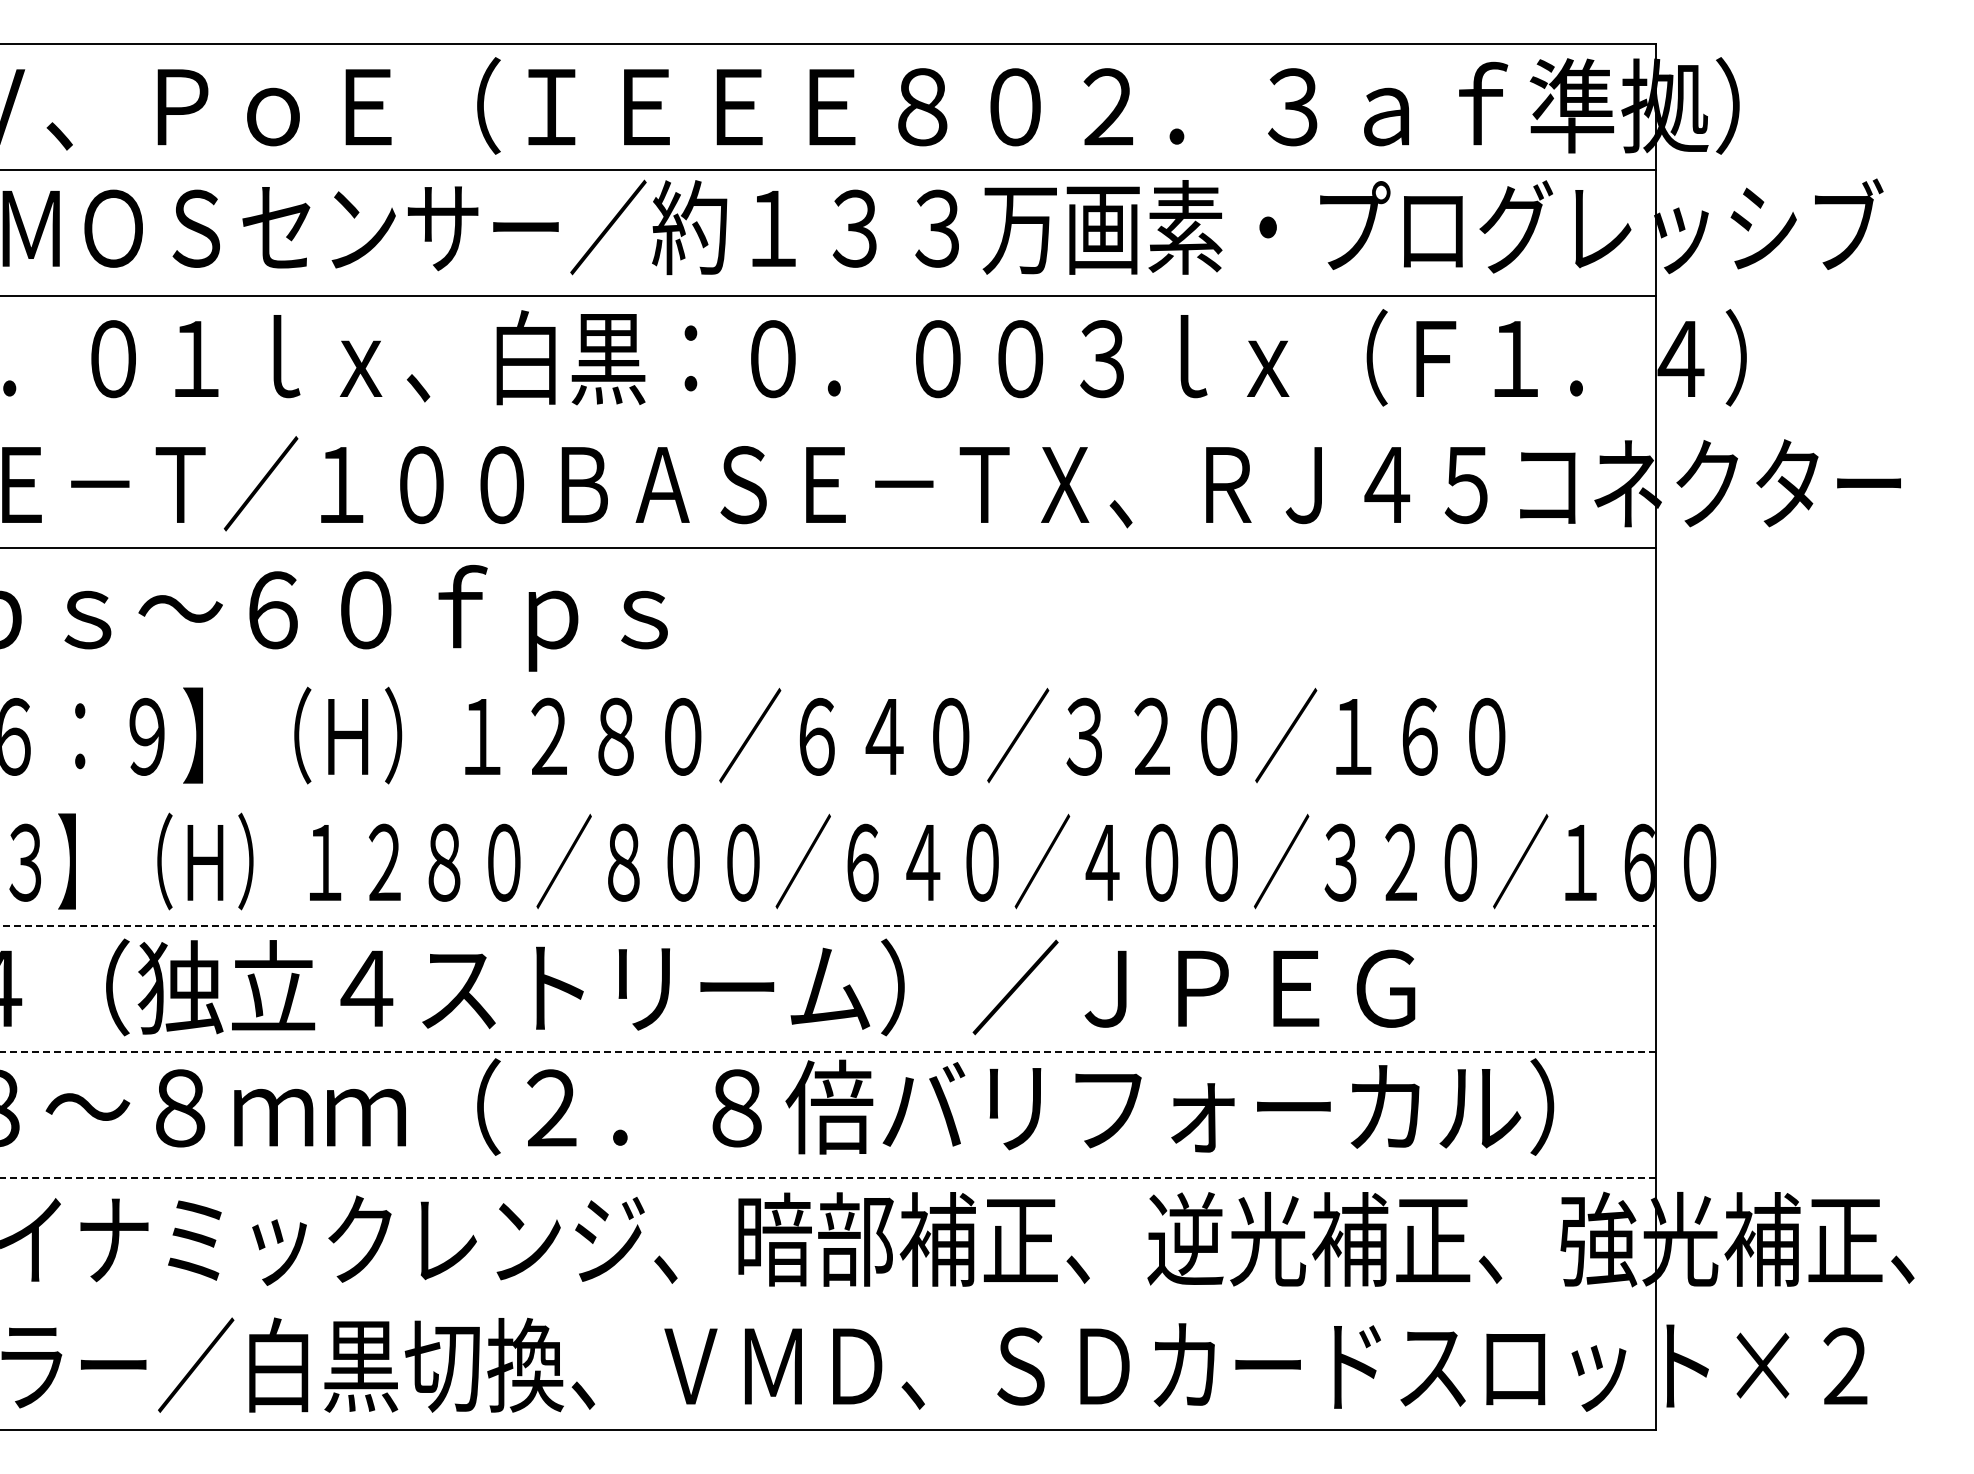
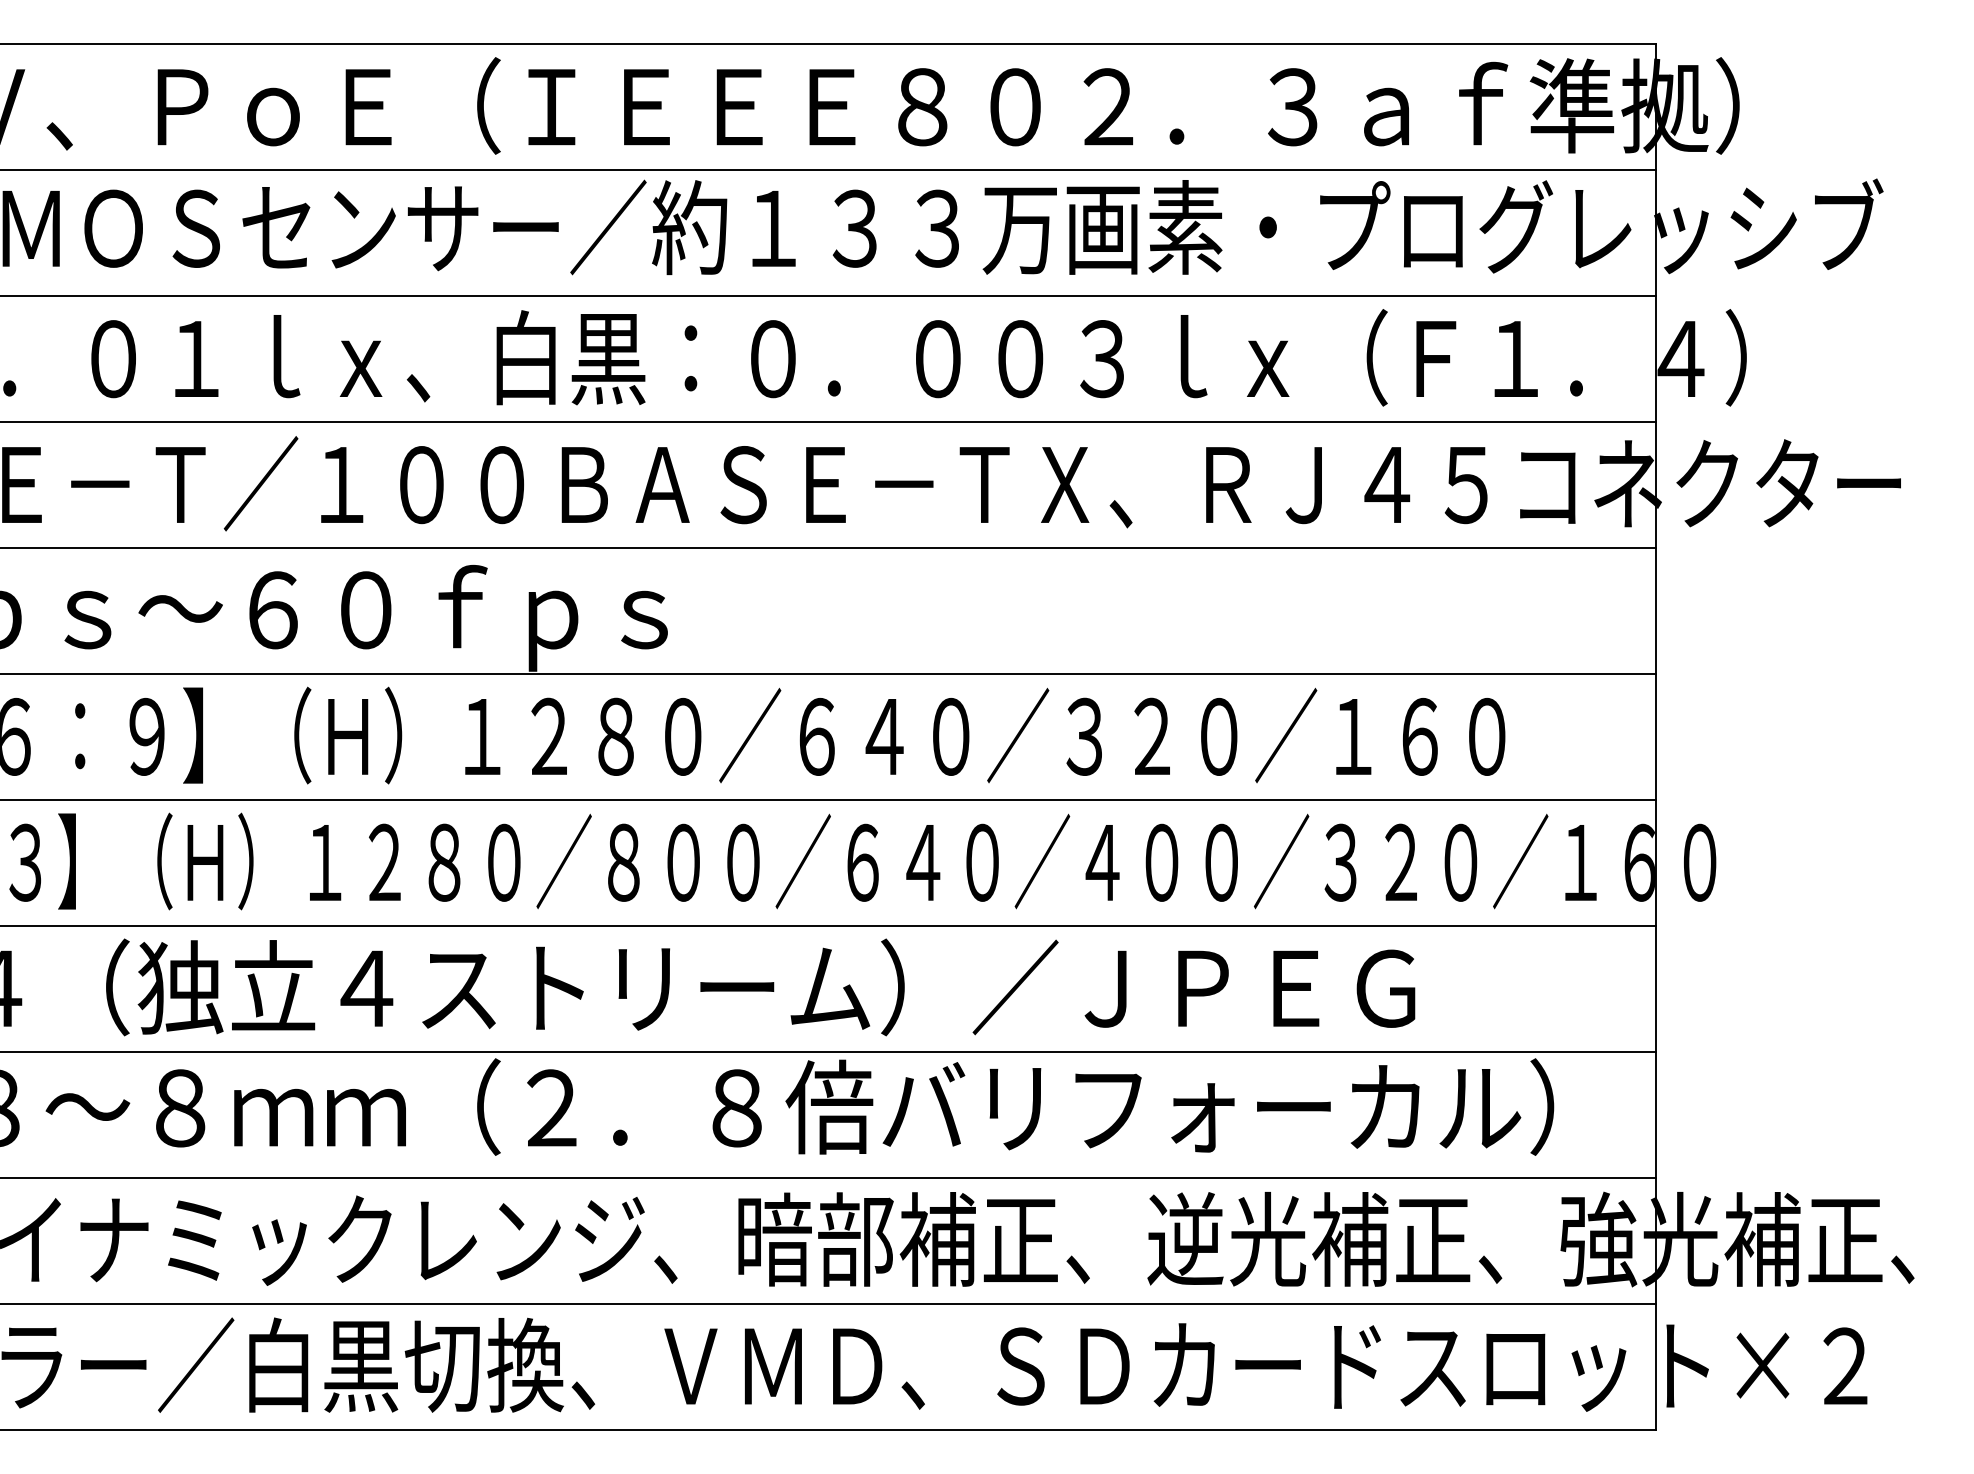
line at (828, 422): none -> present
line at (828, 674): none -> present
line at (828, 799): none -> present
line at (828, 925): dashed -> solid
line at (827, 1051): dashed -> solid
line at (827, 1177): dashed -> solid
line at (828, 1303): none -> present
